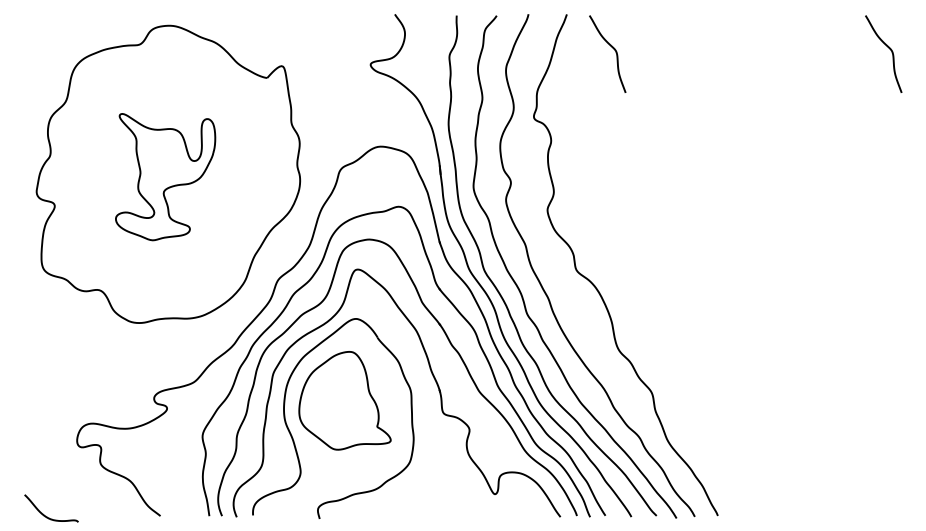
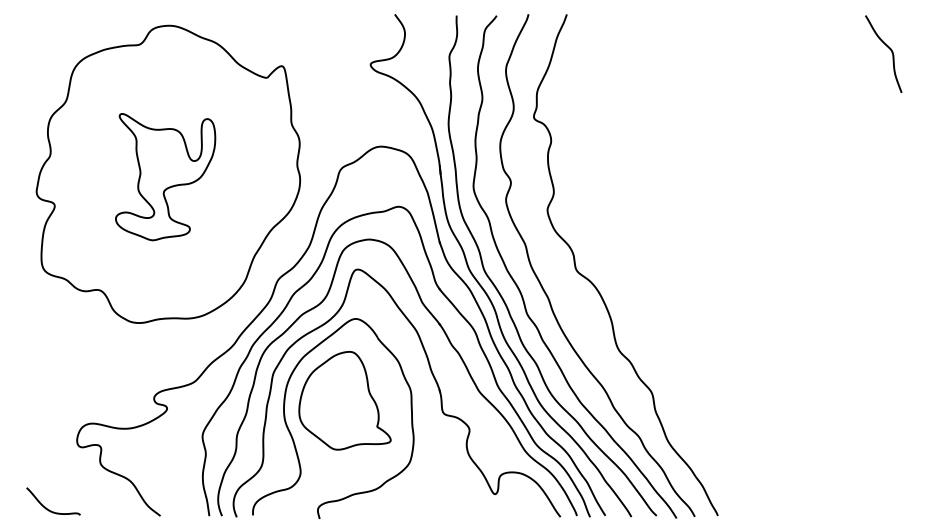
curve at (612, 48): present -> none
curve at (47, 516) position: (47, 516) -> (49, 509)
